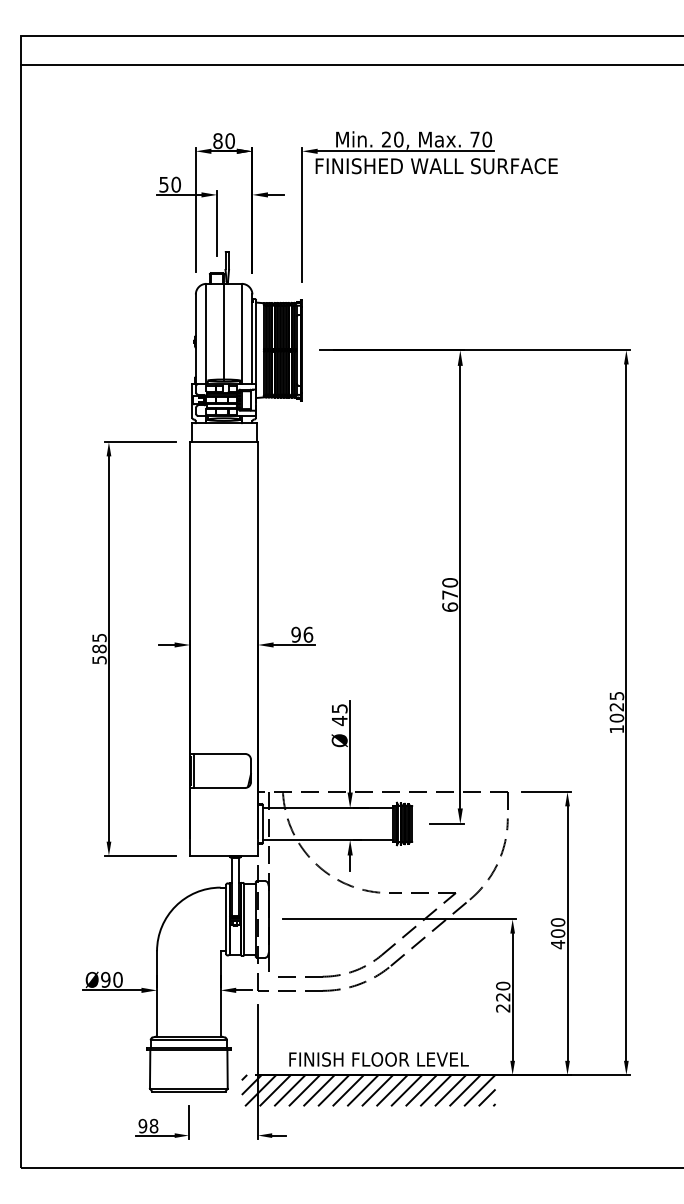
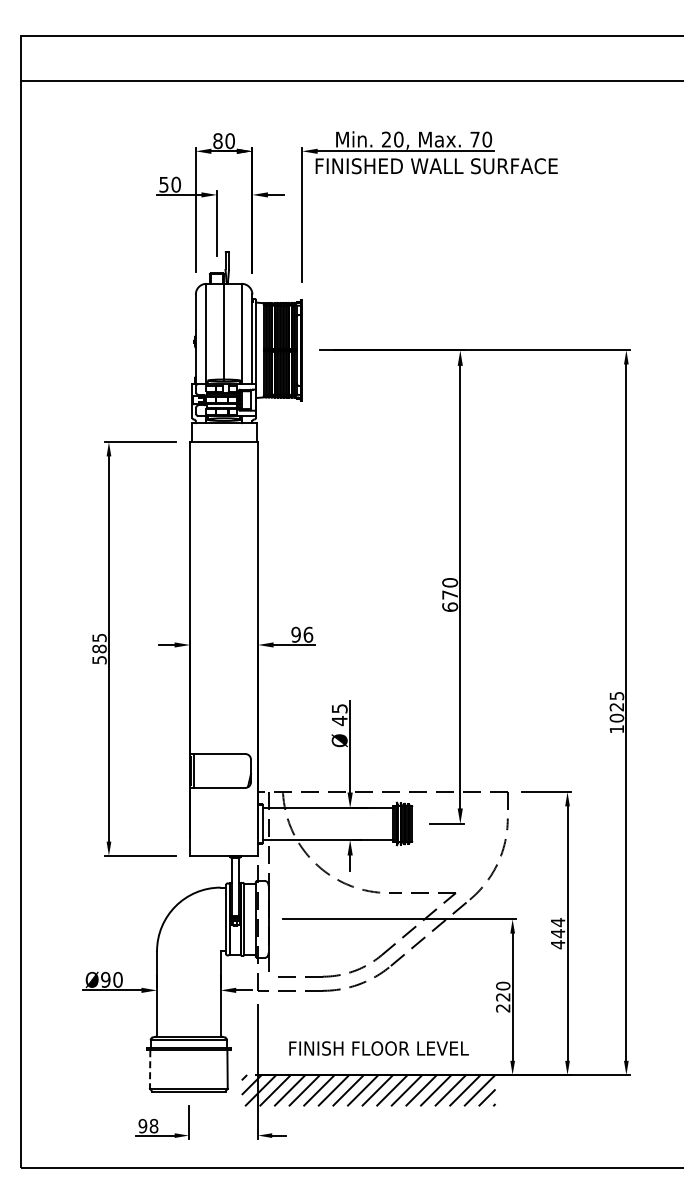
line at (350, 65) position: (350, 65) -> (350, 81)
text at (557, 928): 400 -> 444
text at (378, 1059) position: (378, 1059) -> (378, 1048)
line at (150, 1069): solid -> dashed
